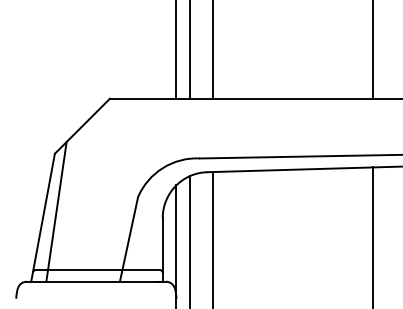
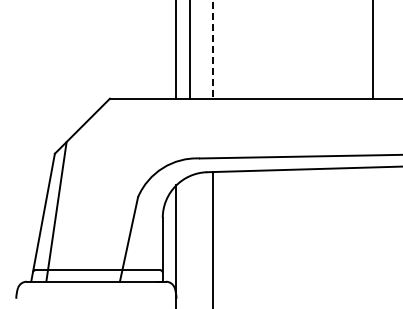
line at (213, 49): solid -> dashed
line at (373, 236): present -> none
line at (190, 240): present -> none
